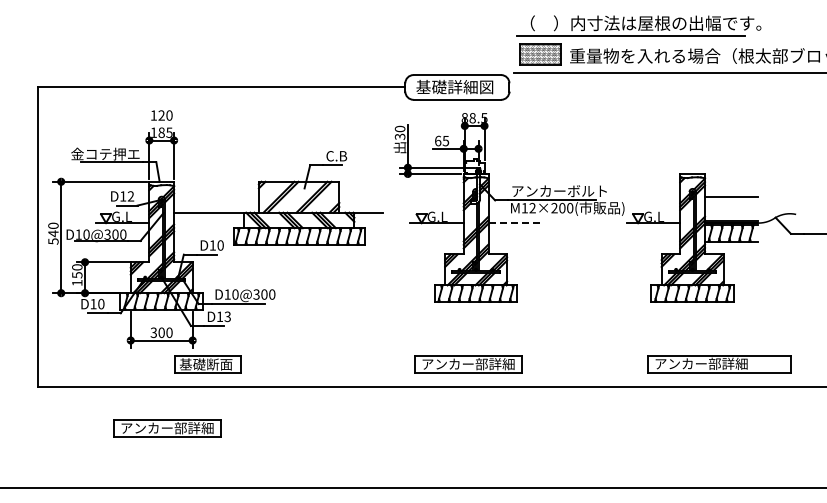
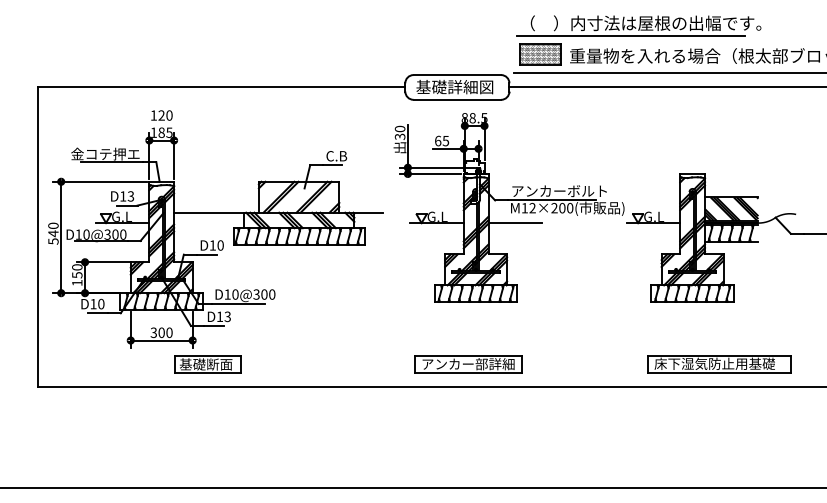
line at (666, 87): none -> present
text at (130, 196): D12 -> D13
hatch at (731, 209): none -> present
line at (515, 223): dashed -> solid
text at (714, 363): アンカー部詳細 -> 床下湿気防止用基礎
part at (167, 428): present -> none
